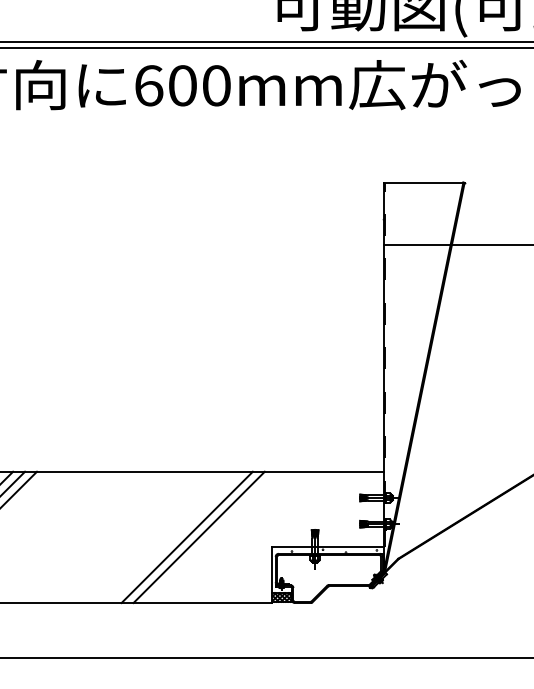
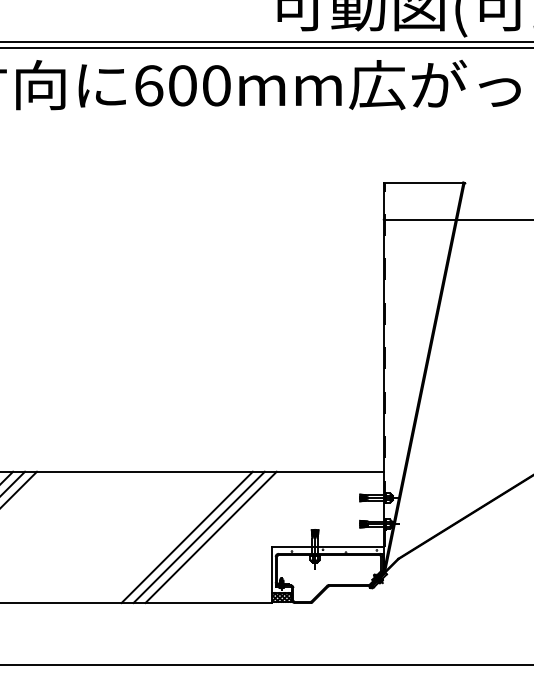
line at (457, 244) position: (457, 244) -> (457, 219)
line at (210, 537): none -> present
line at (266, 657) position: (266, 657) -> (266, 664)
